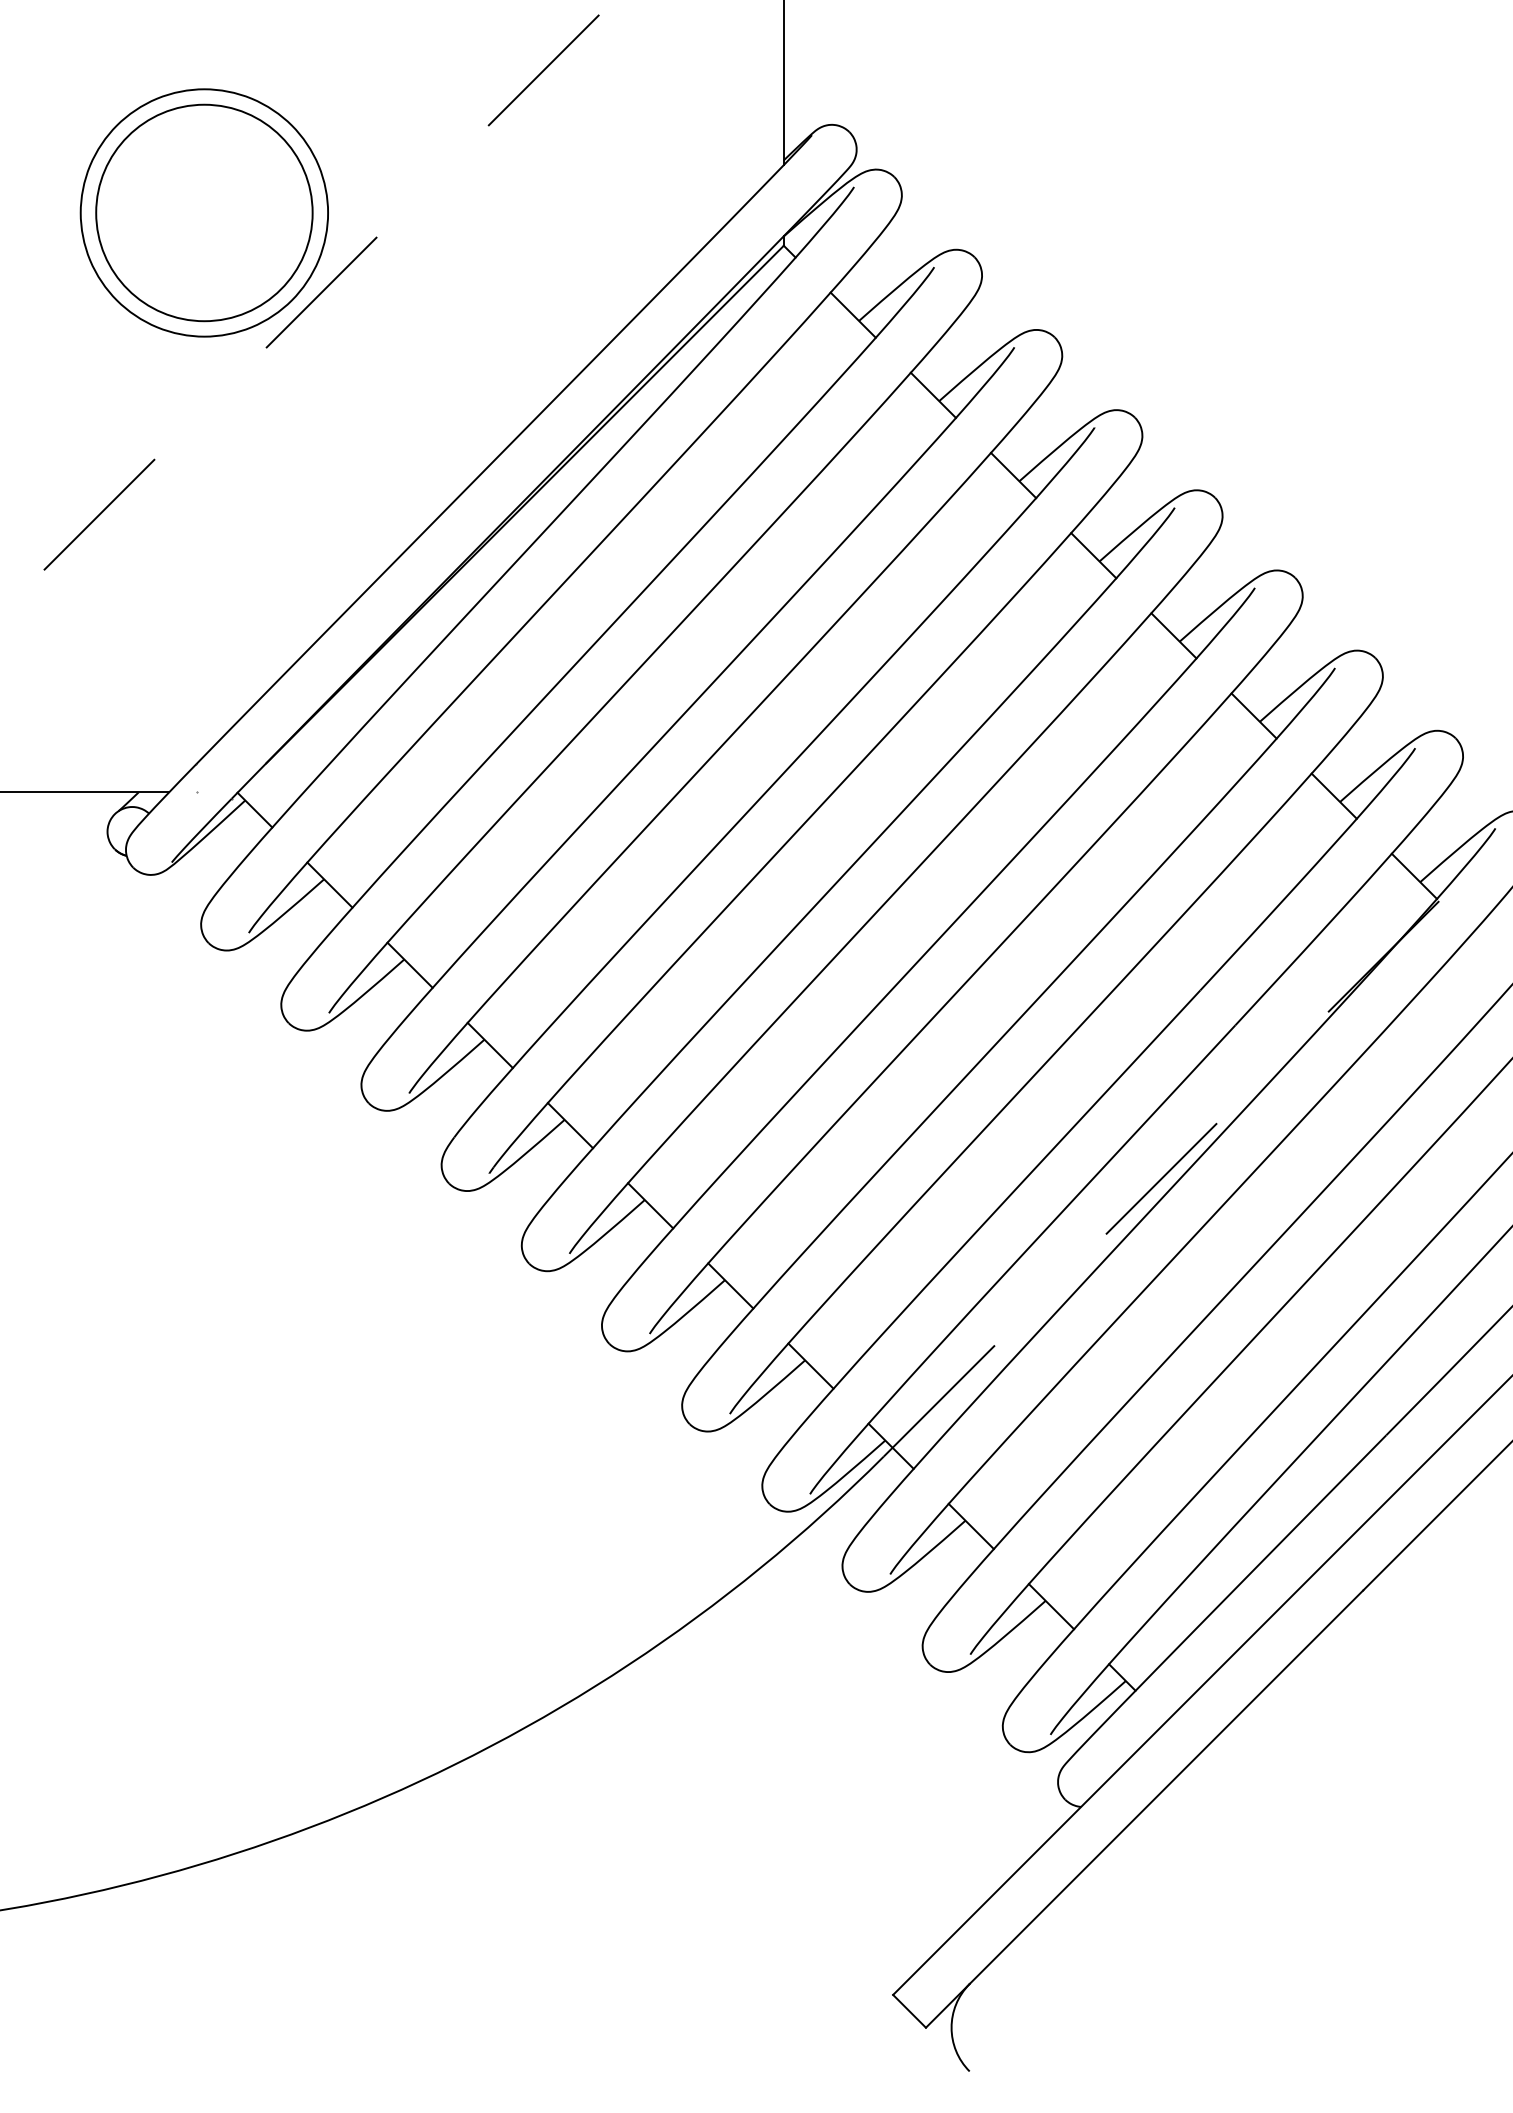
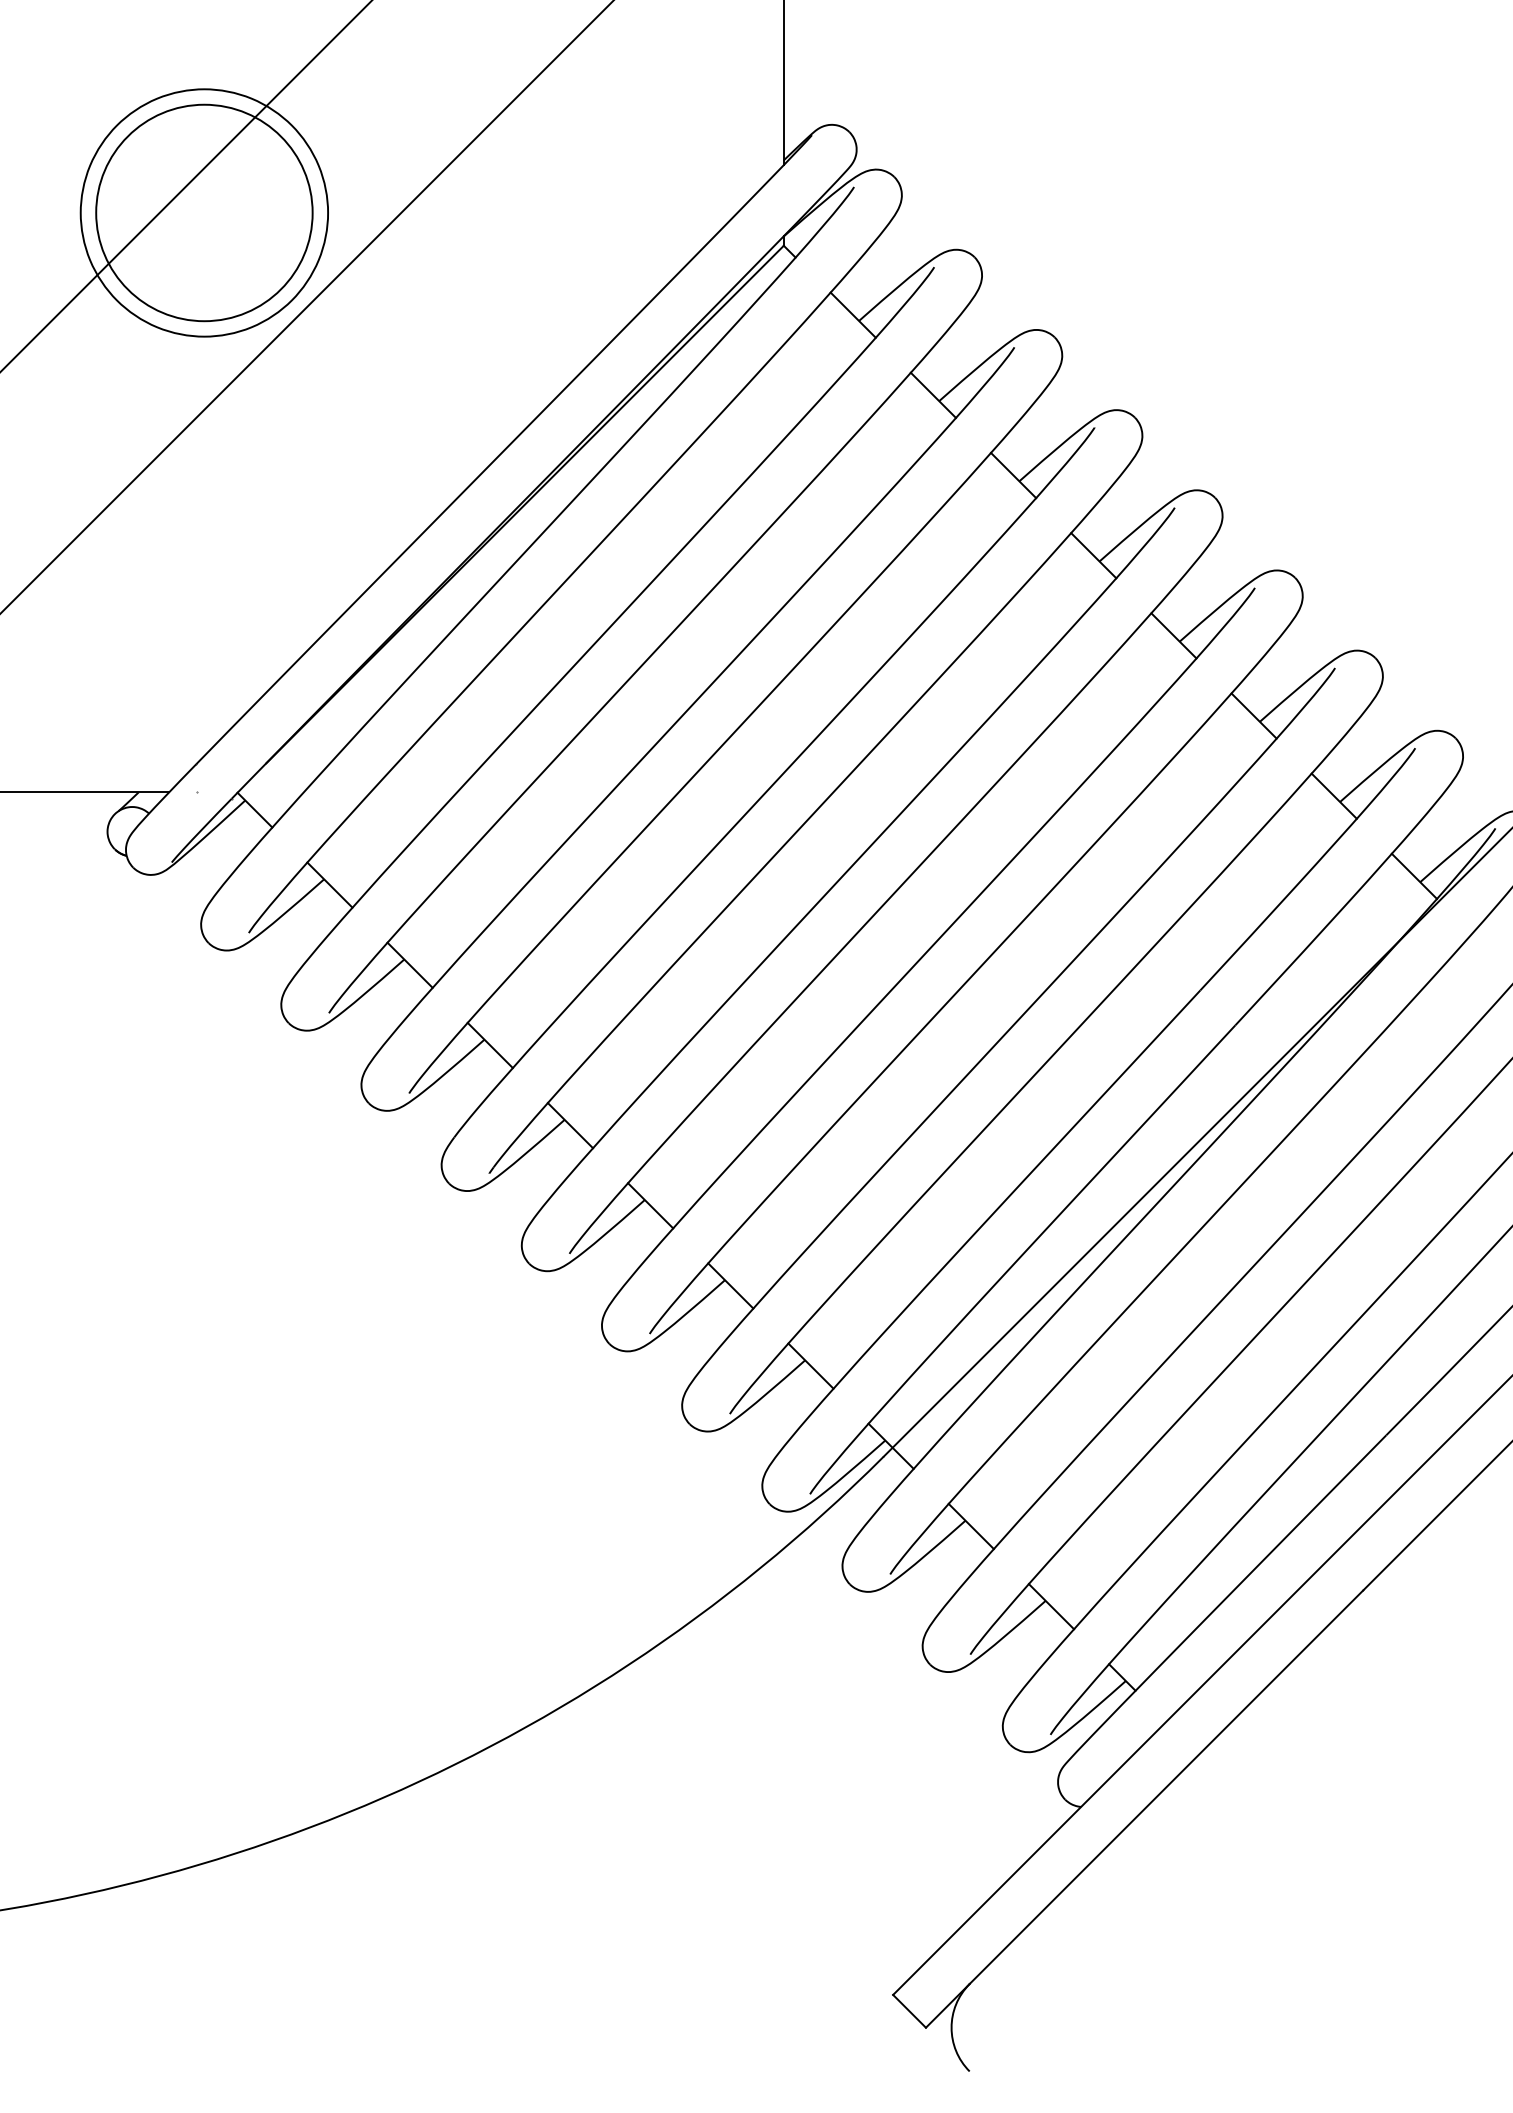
line at (186, 186): none -> present
line at (307, 306): dashed -> solid
line at (1198, 1141): dashed -> solid
